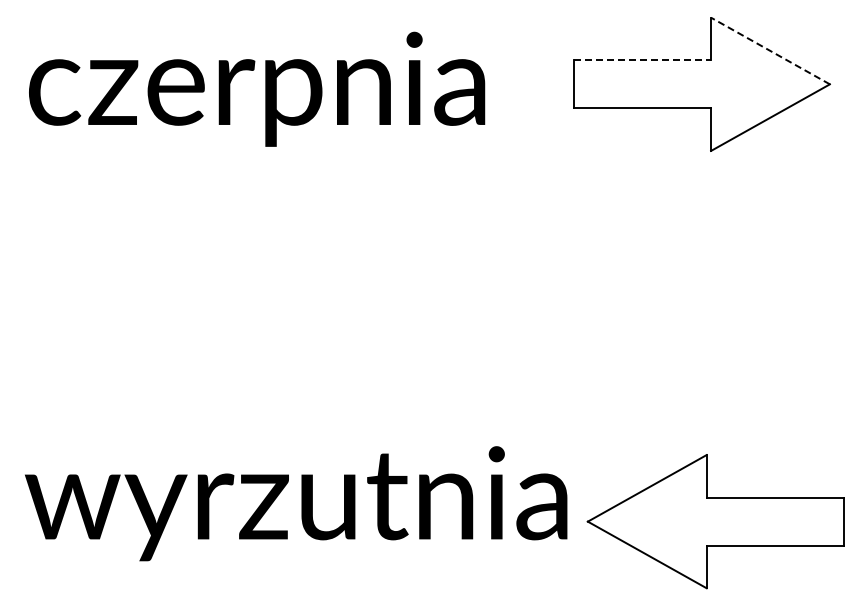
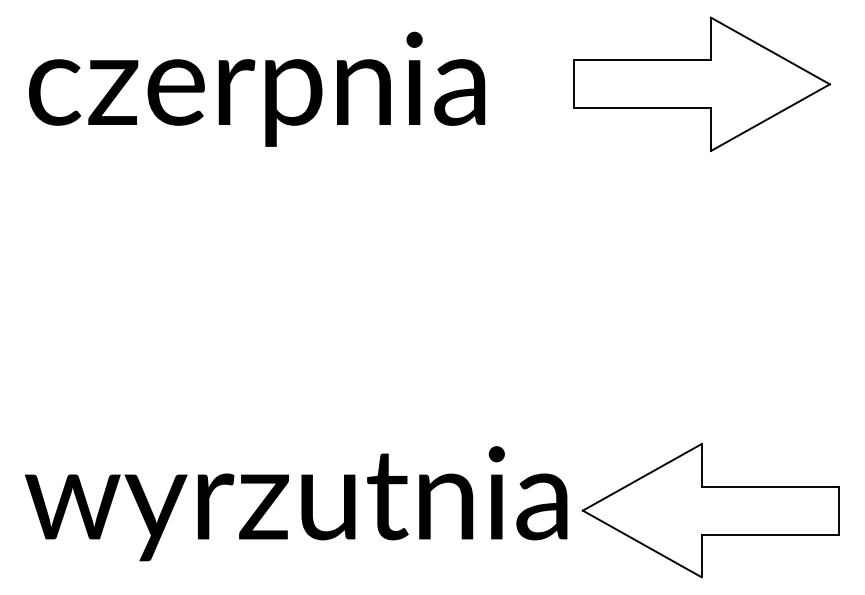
line at (770, 50): dashed -> solid
line at (642, 60): dashed -> solid
part at (715, 521) position: (715, 521) -> (710, 510)
